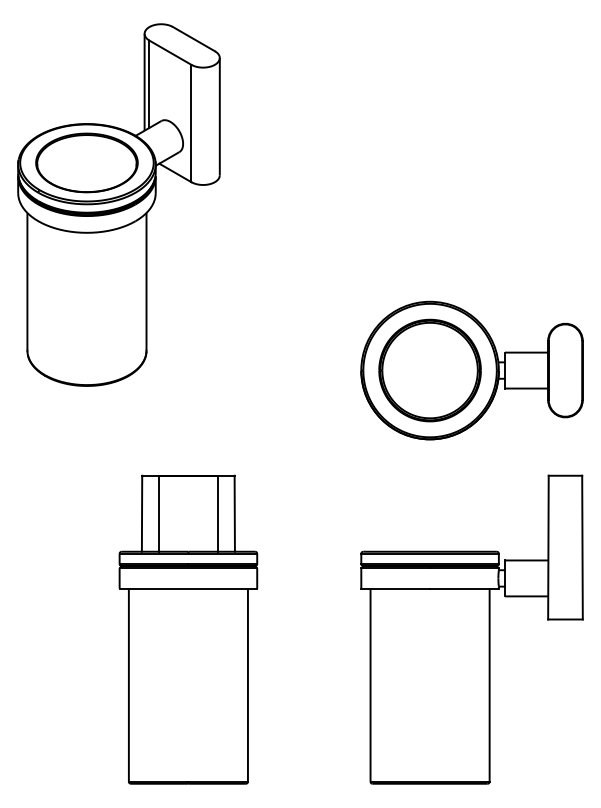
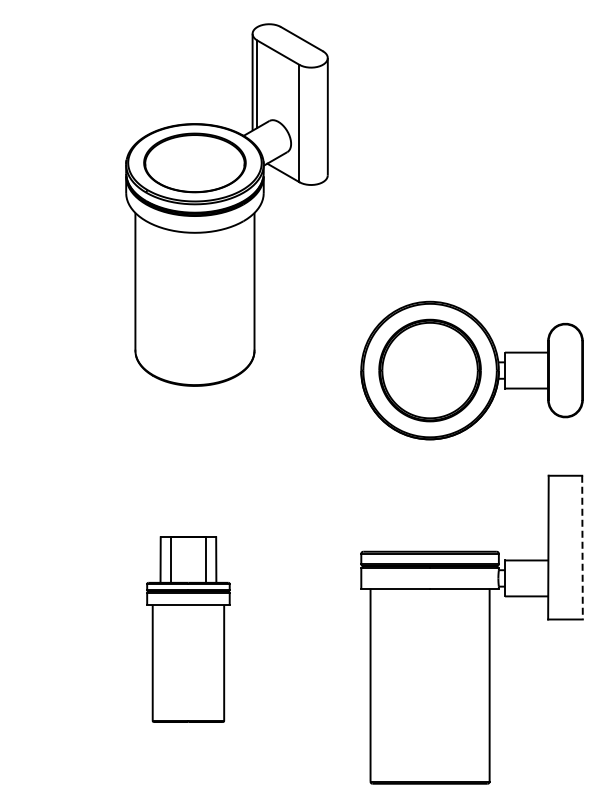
part at (118, 204) position: (118, 204) -> (226, 204)
line at (582, 547): solid -> dashed
part at (188, 629) size: 141x311 px -> 85x187 px
